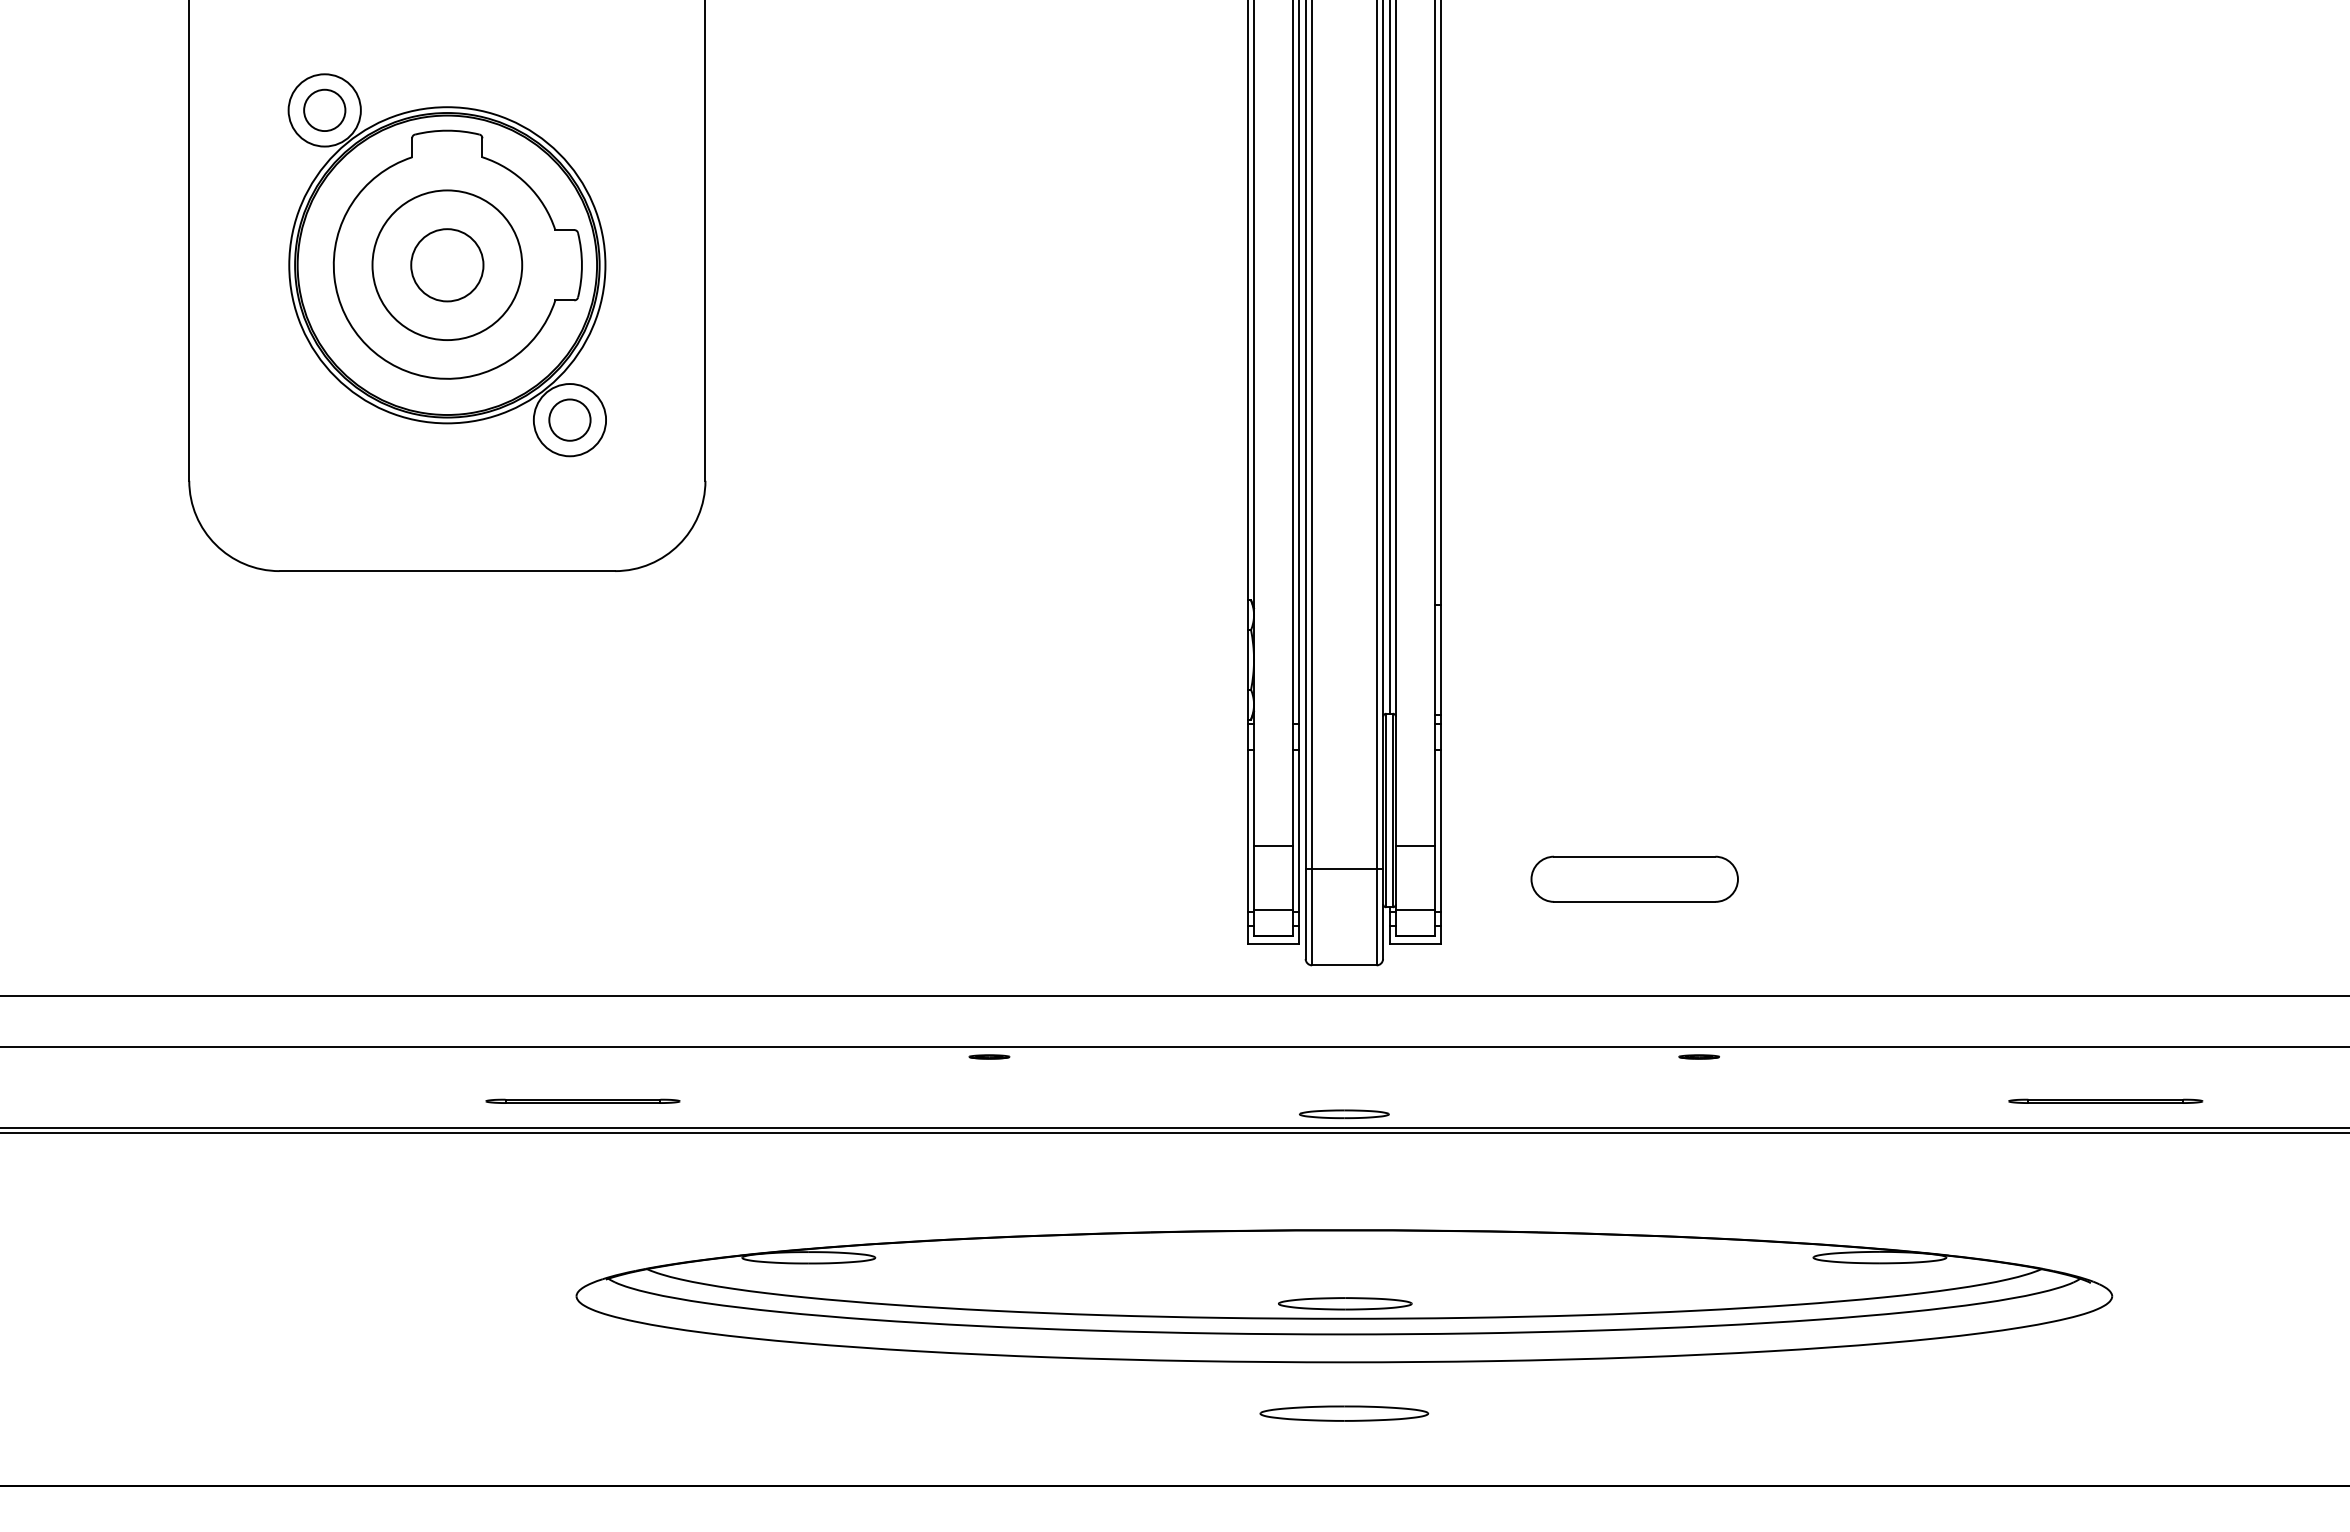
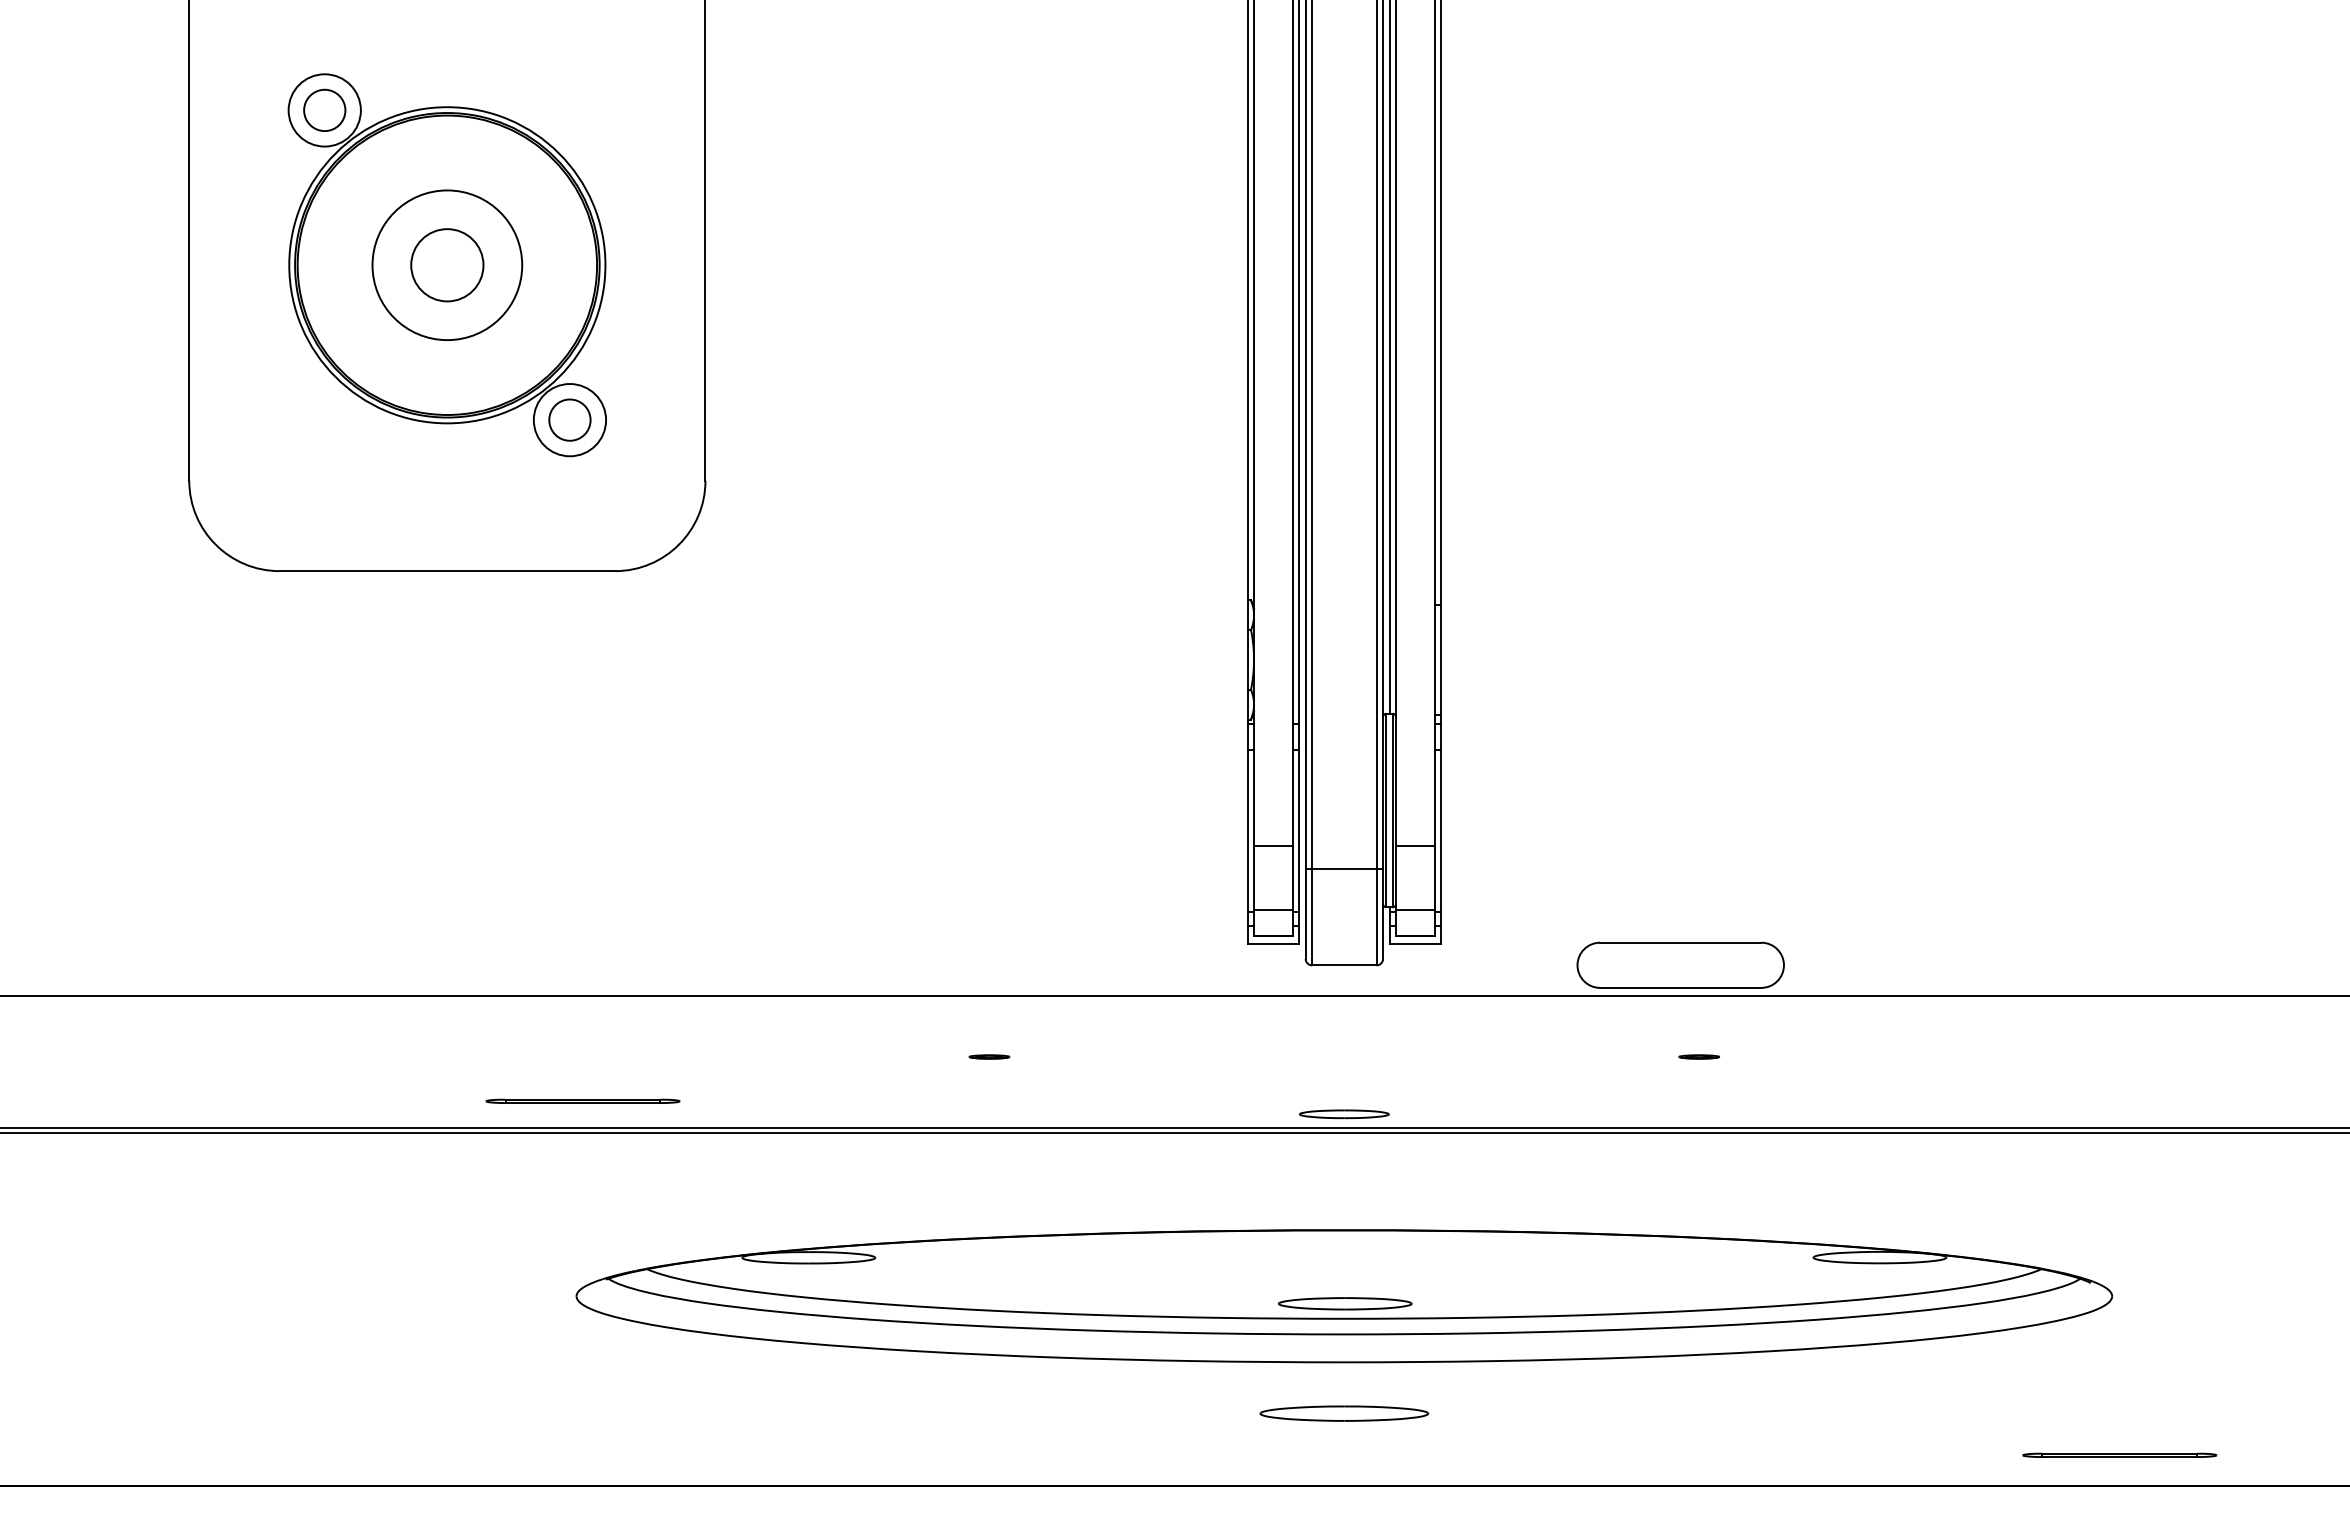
part at (457, 254): present -> none
part at (1634, 878) position: (1634, 878) -> (1680, 964)
line at (1174, 1047): present -> none
part at (2105, 1100) position: (2105, 1100) -> (2119, 1454)
